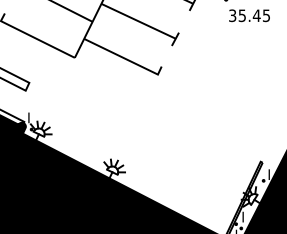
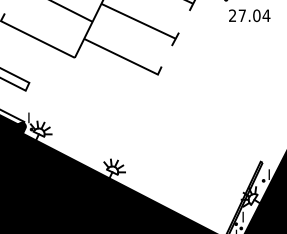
text at (249, 15): 35.45 -> 27.04
